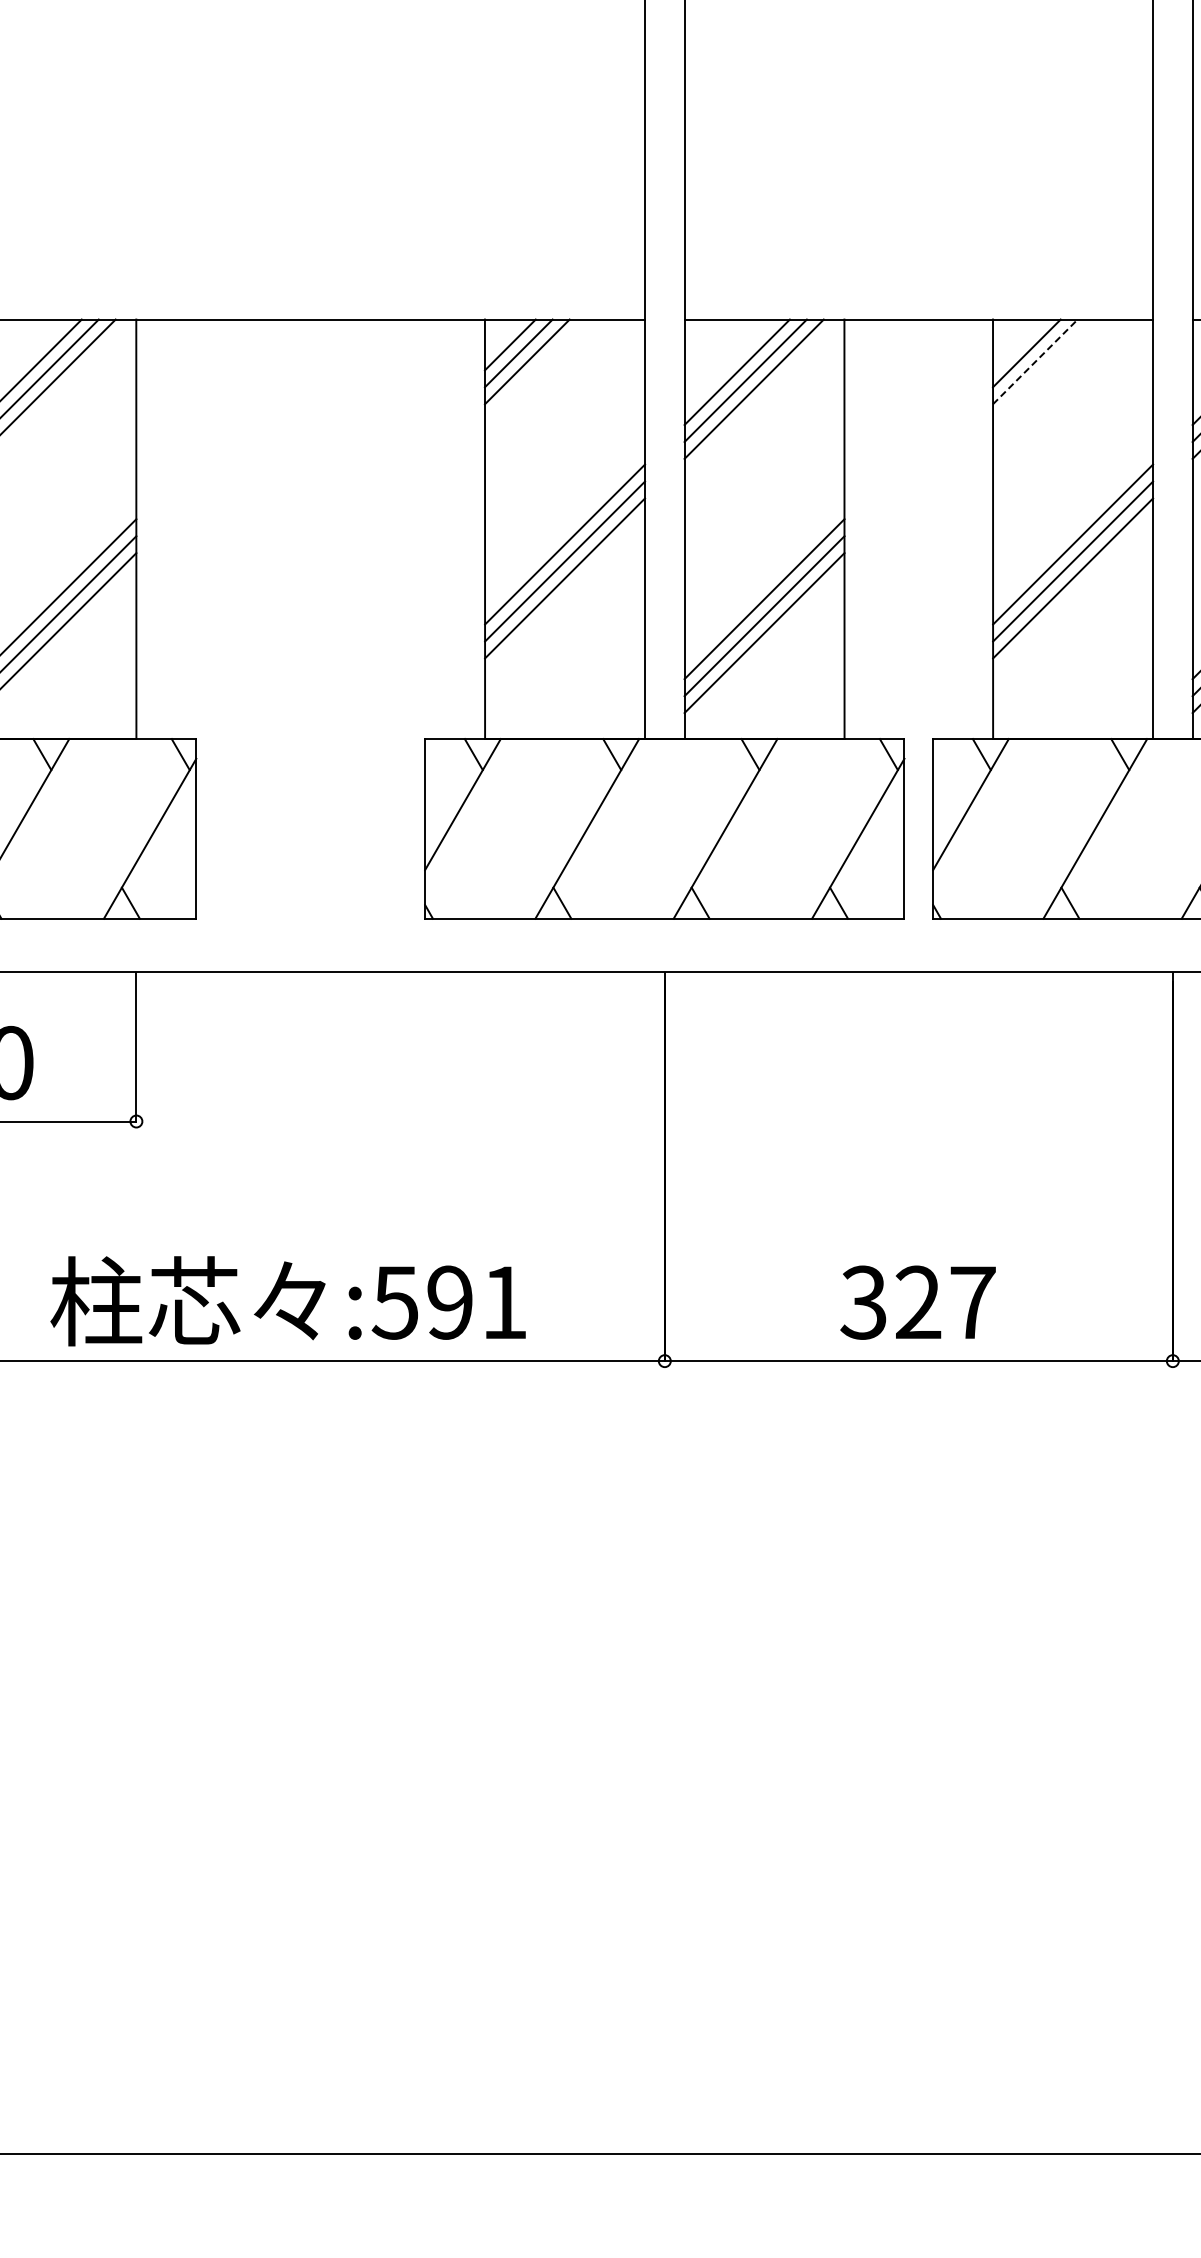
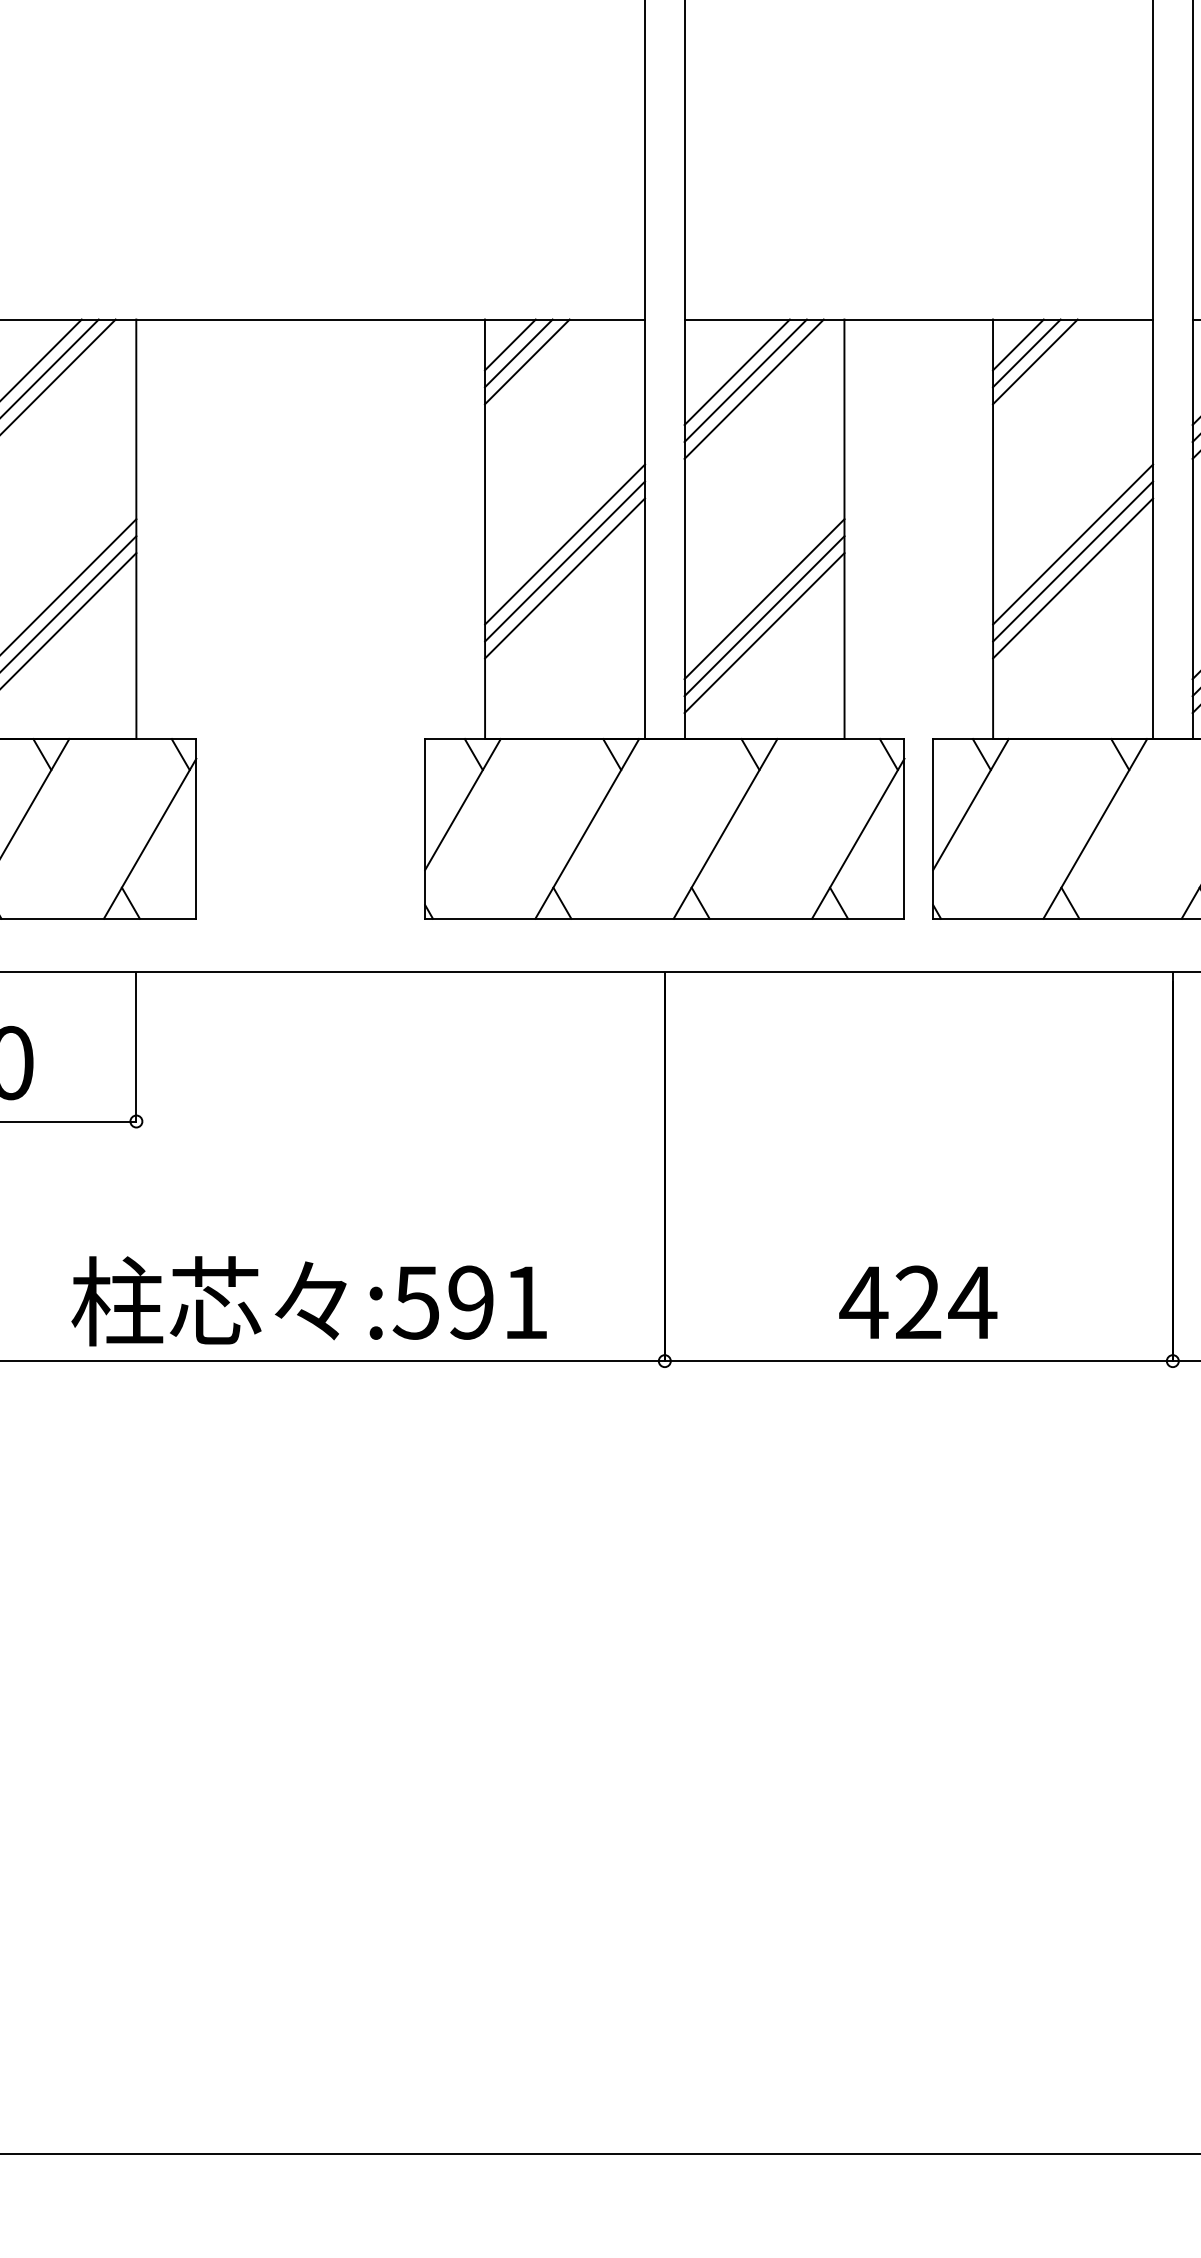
line at (1018, 344): none -> present
line at (1035, 361): dashed -> solid
text at (287, 1301) position: (287, 1301) -> (308, 1301)
text at (918, 1302): 327 -> 424
